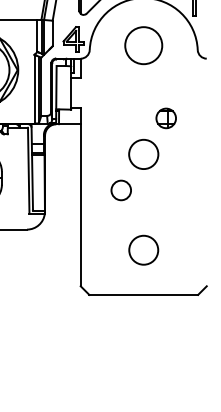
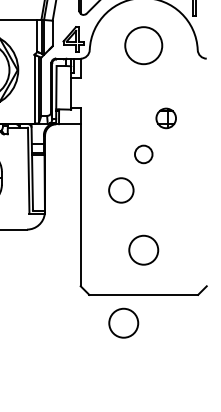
circle at (143, 154) diameter: 29 px -> 18 px
circle at (120, 190) size: 22x23 px -> 27x27 px
circle at (123, 322): none -> present
